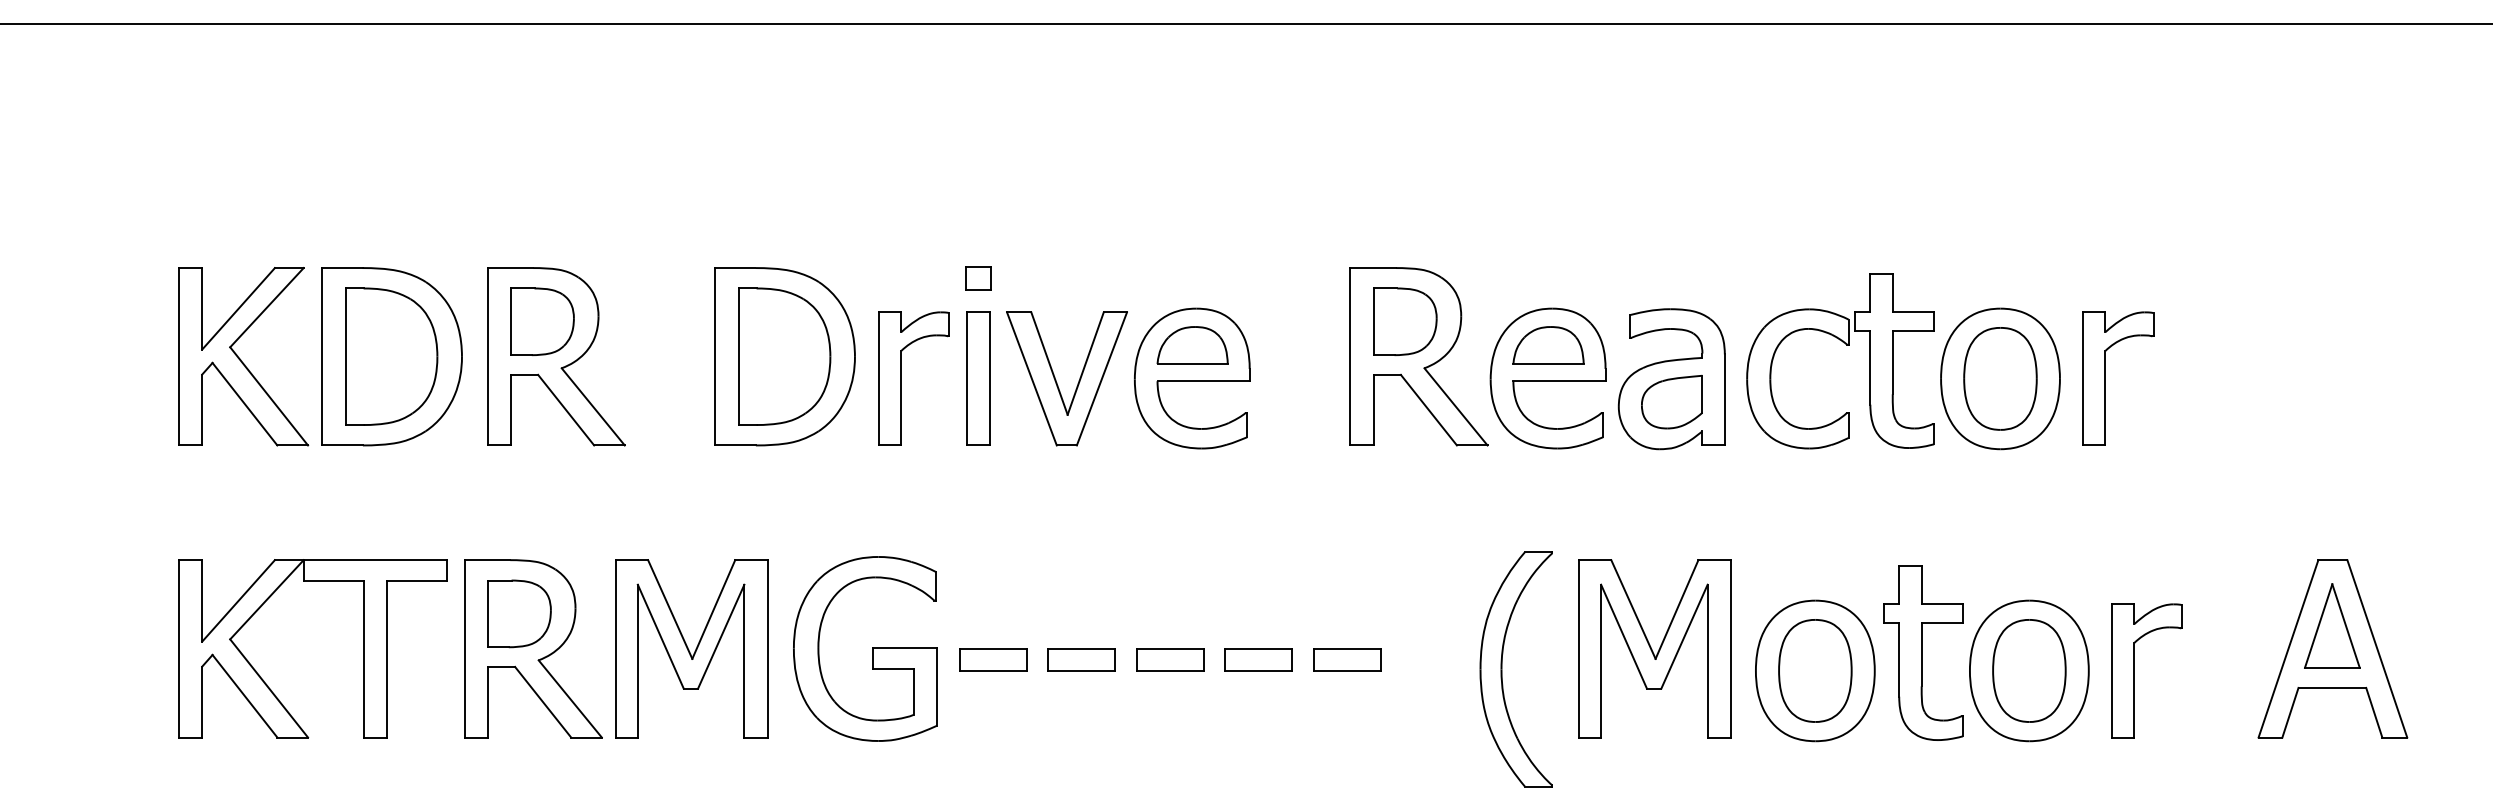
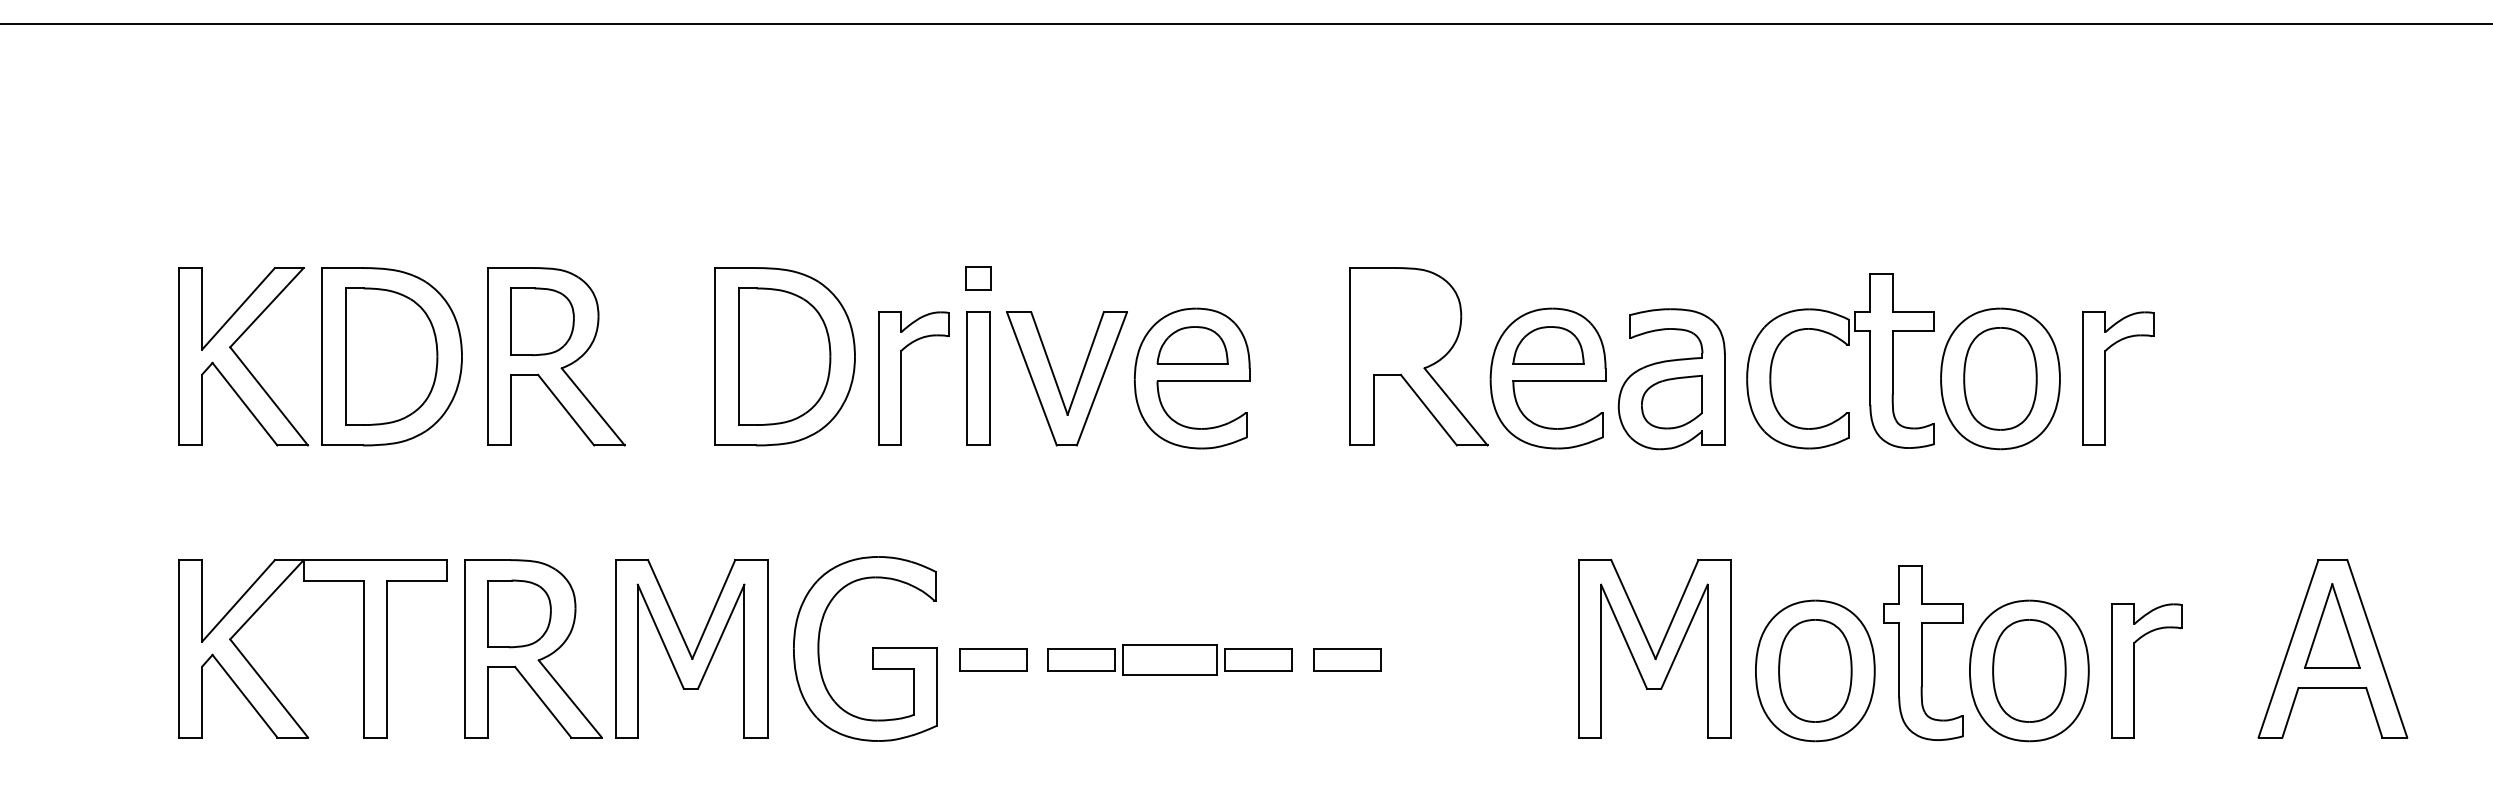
part at (1405, 321): present -> none
part at (1170, 659) size: 69x24 px -> 96x32 px
part at (1502, 669): present -> none
